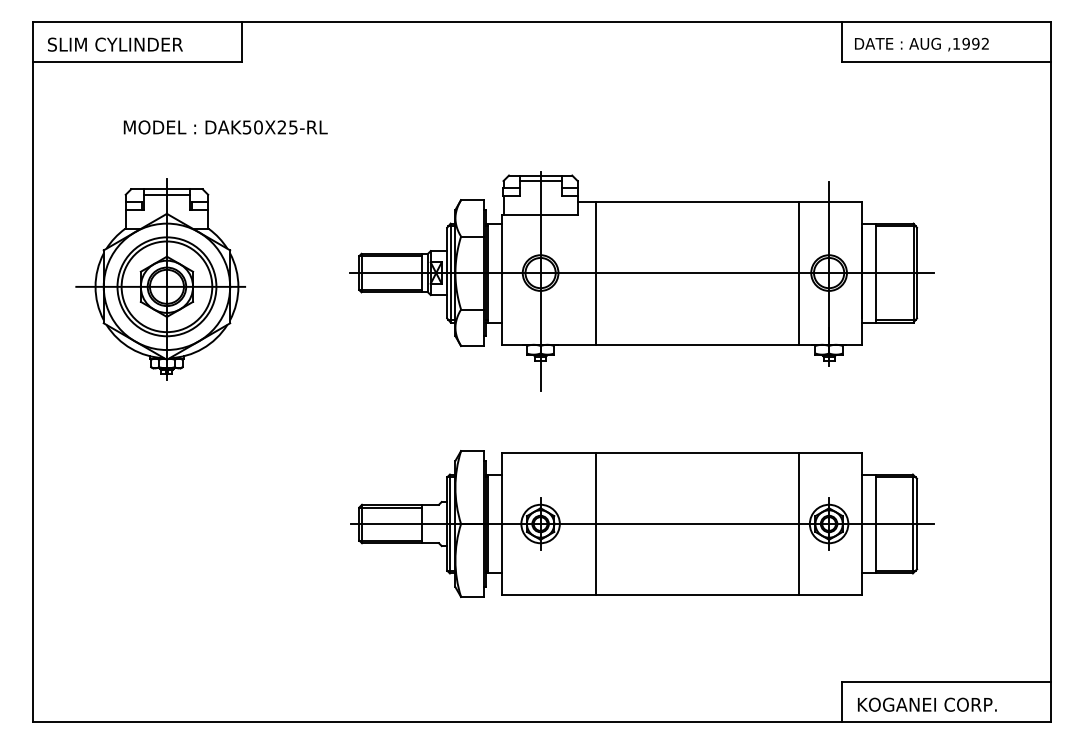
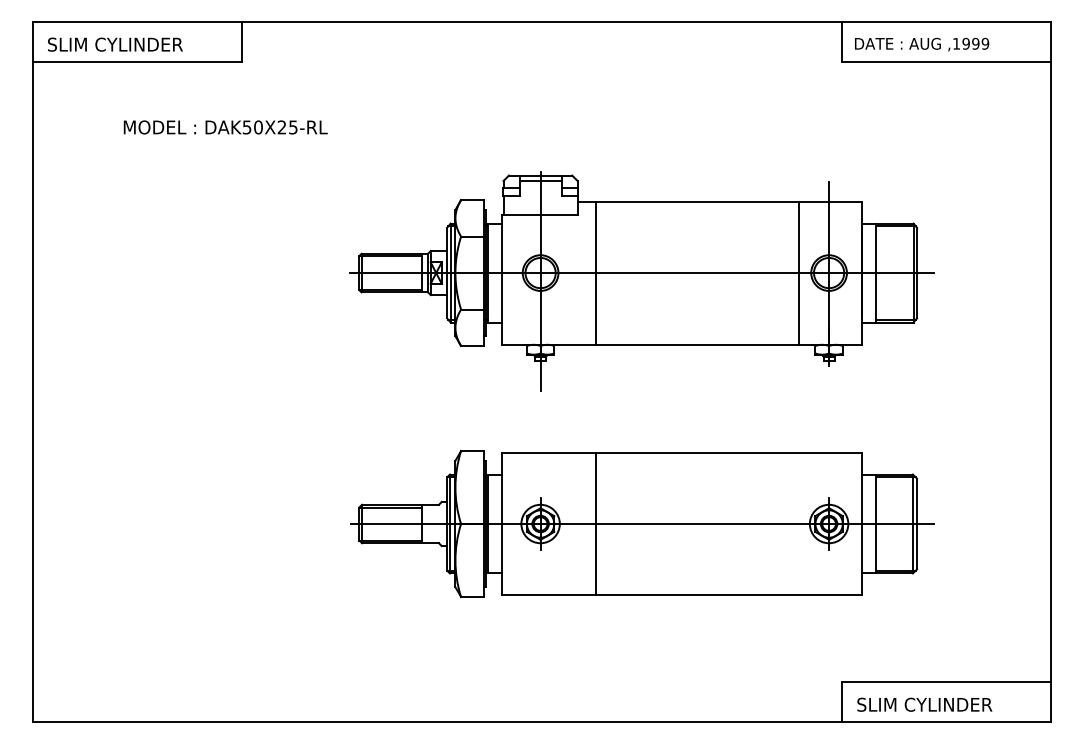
text at (985, 43): ,1992 -> ,1999
part at (160, 279): present -> none
line at (798, 523): present -> none
text at (926, 704): KOGANEI CORP. -> SLIM CYLINDER
